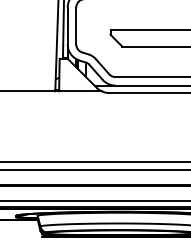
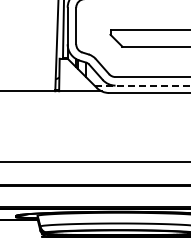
line at (142, 85): solid -> dashed
line at (94, 170): present -> none
line at (94, 201): present -> none
